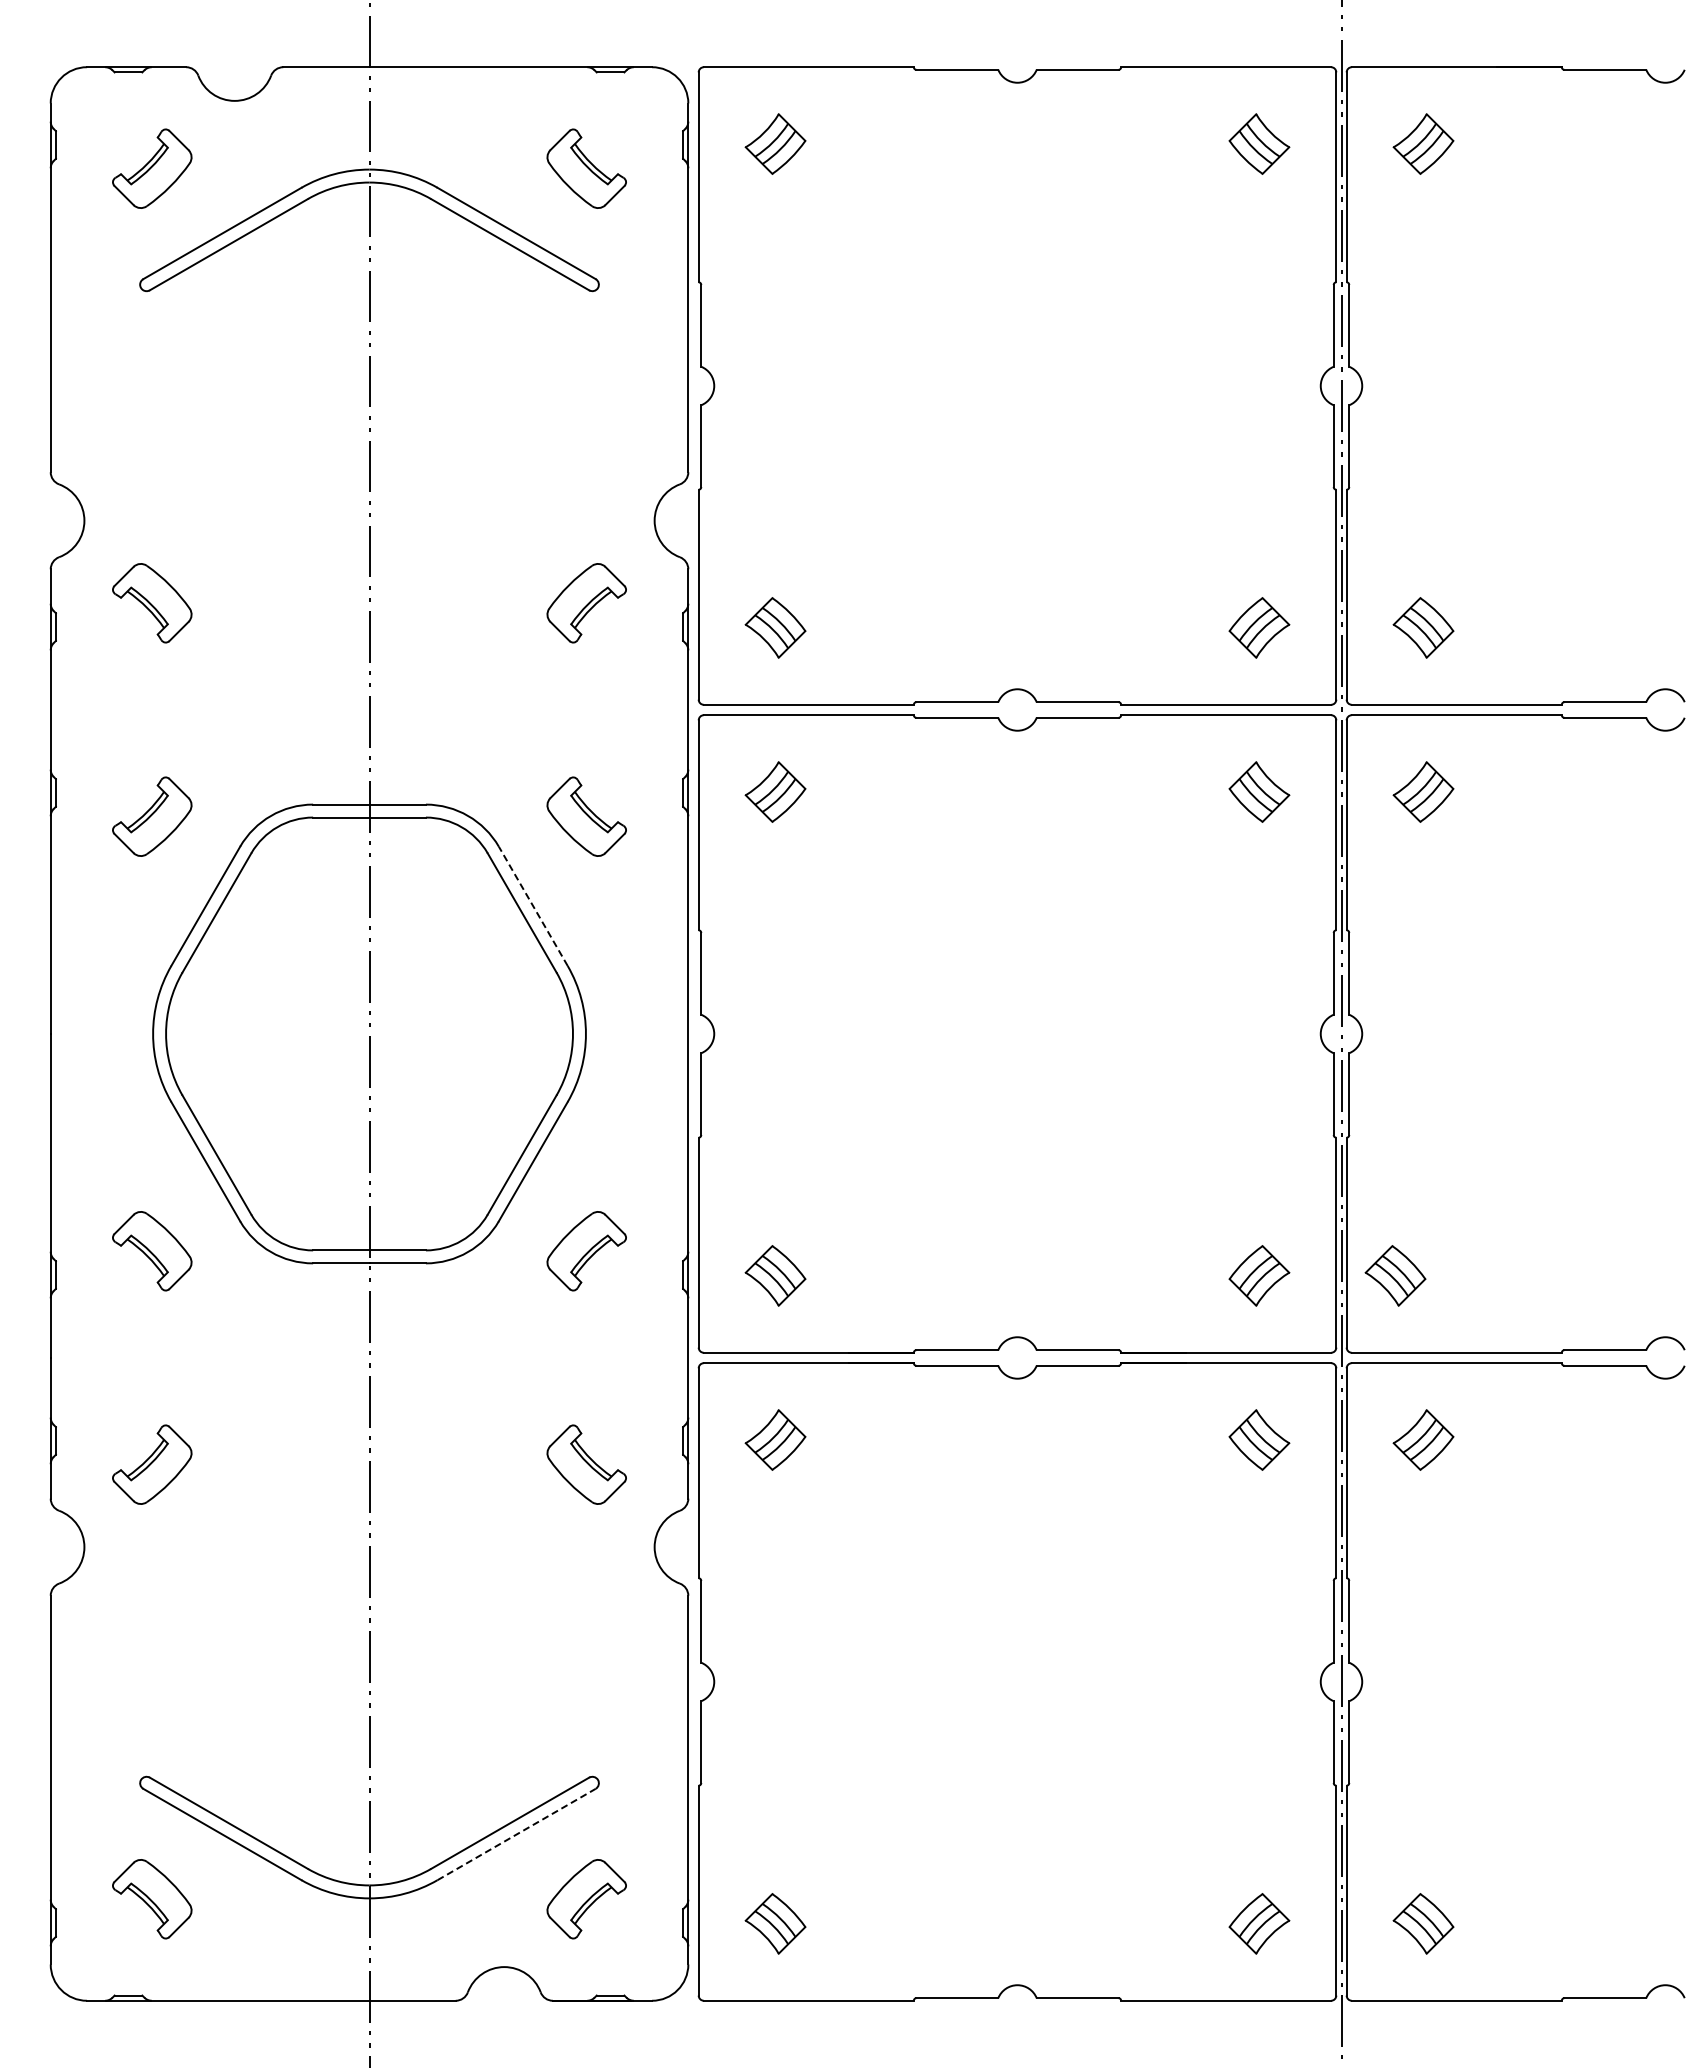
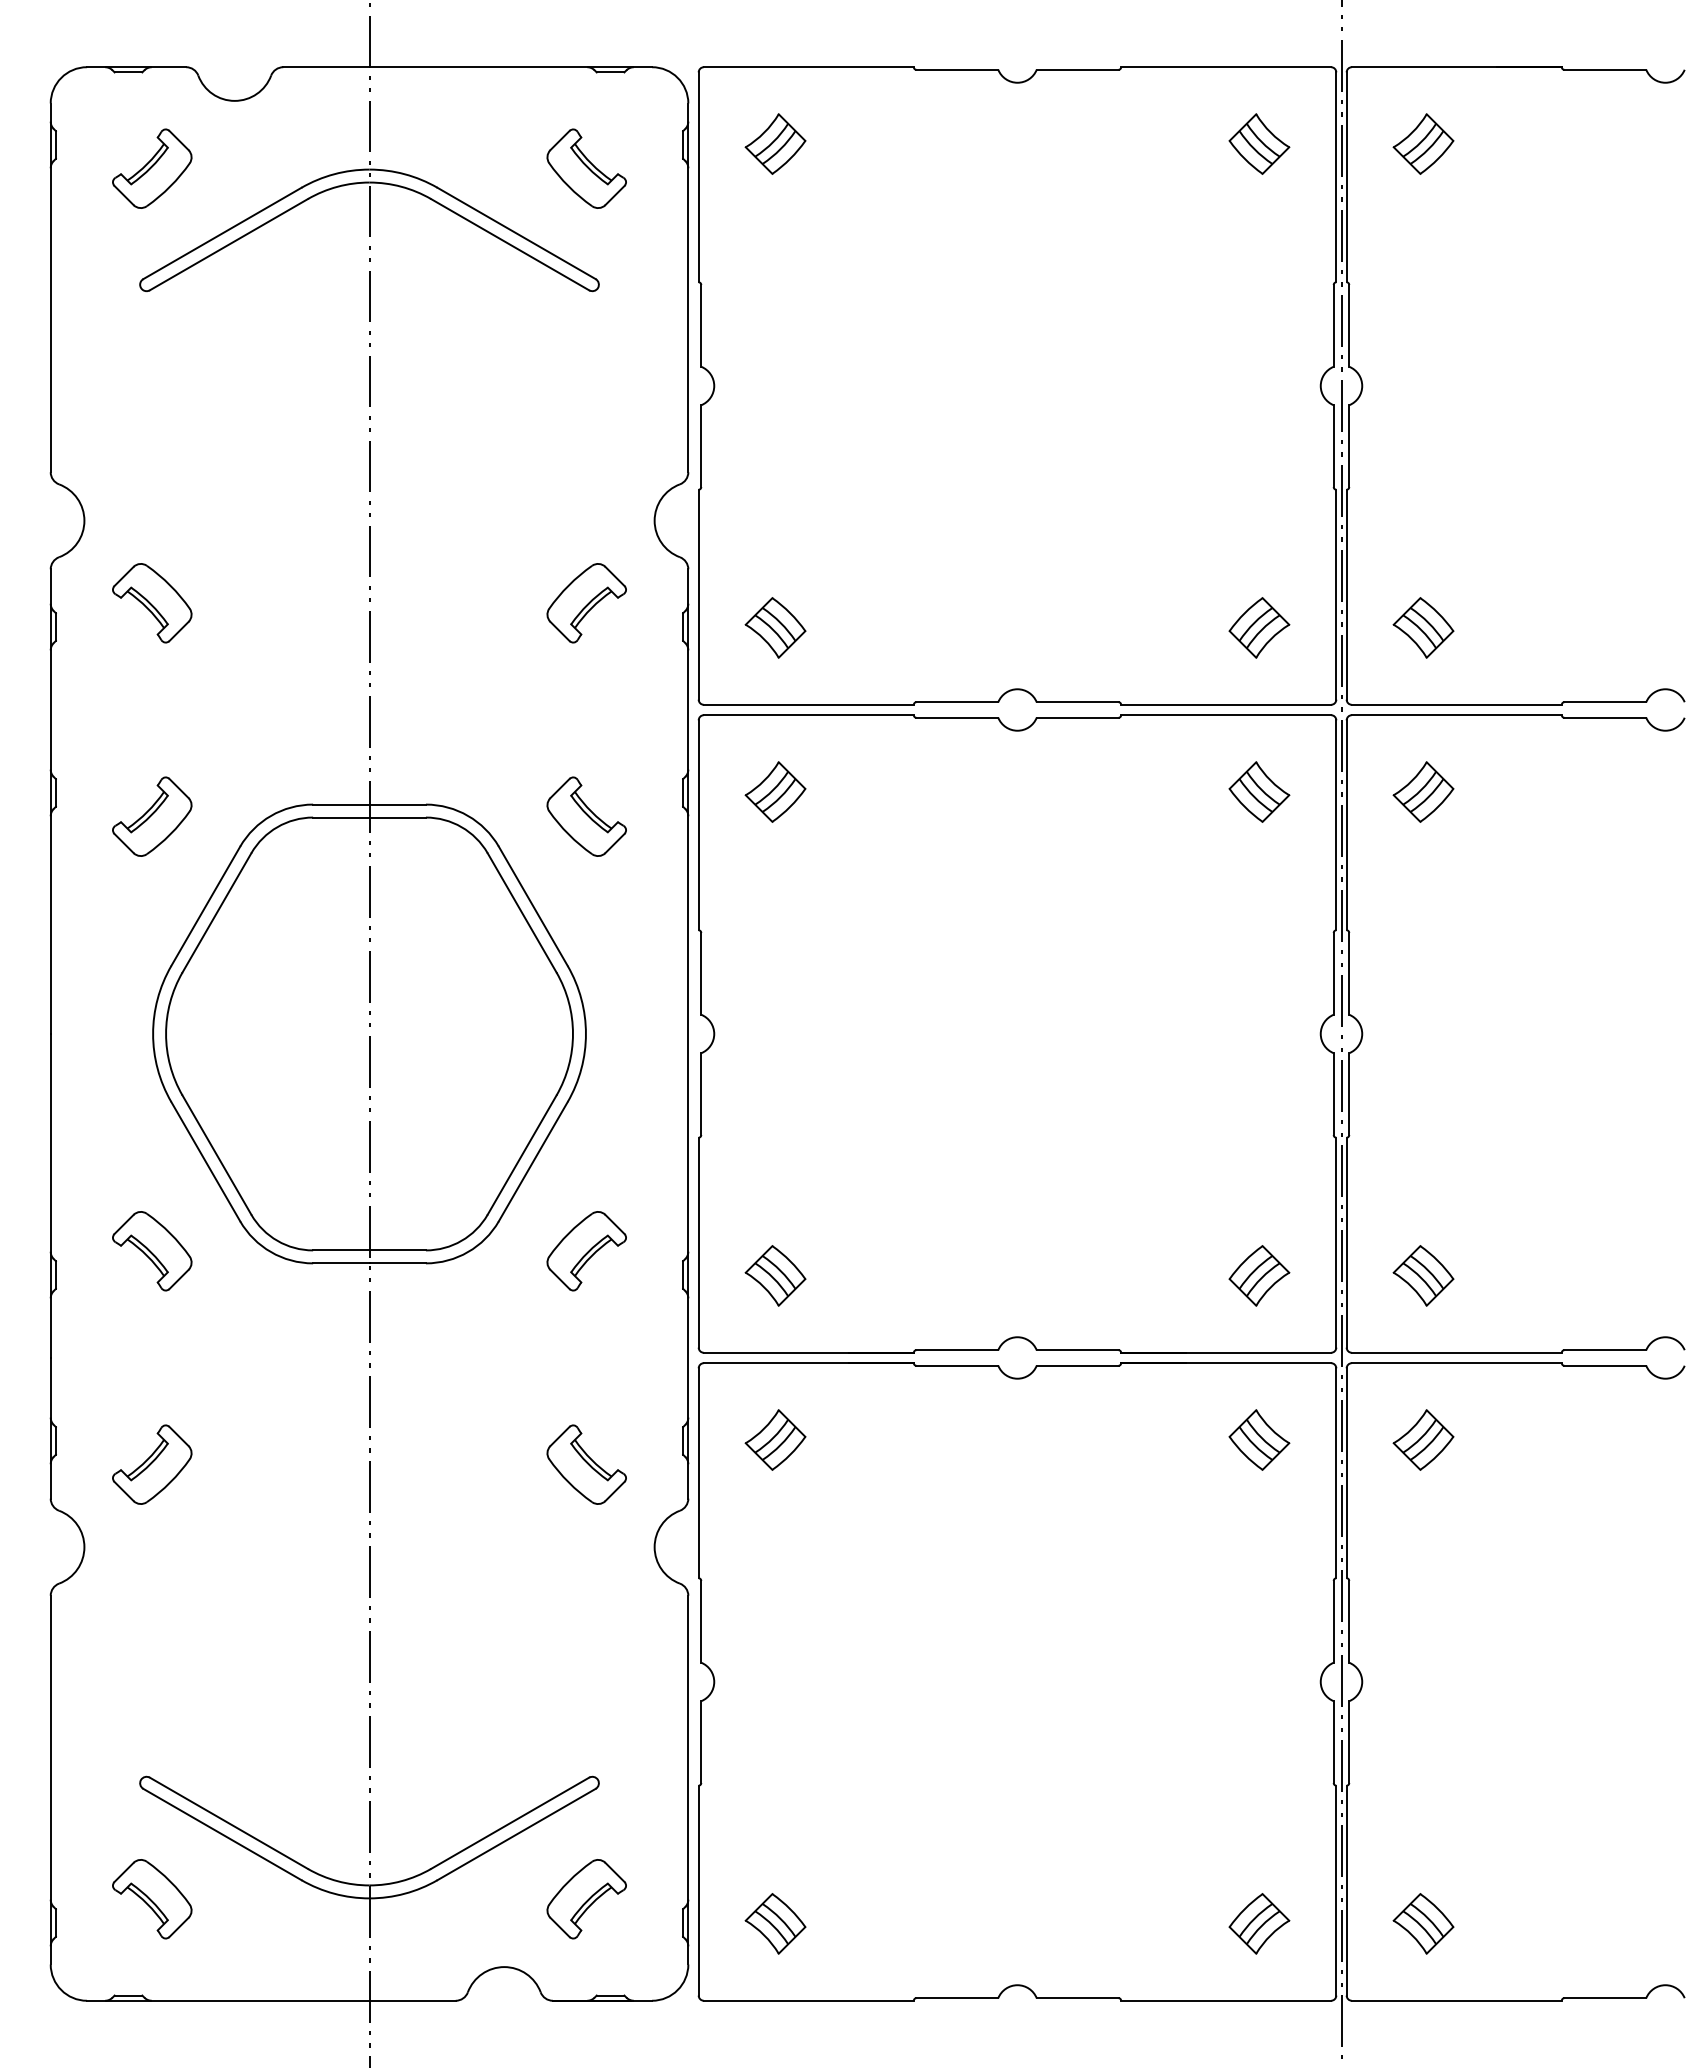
line at (533, 906): dashed -> solid
part at (1395, 1275) position: (1395, 1275) -> (1423, 1275)
line at (517, 1834): dashed -> solid
